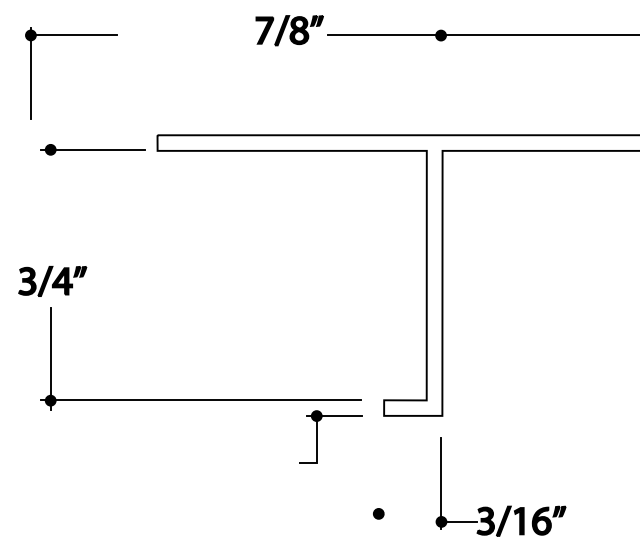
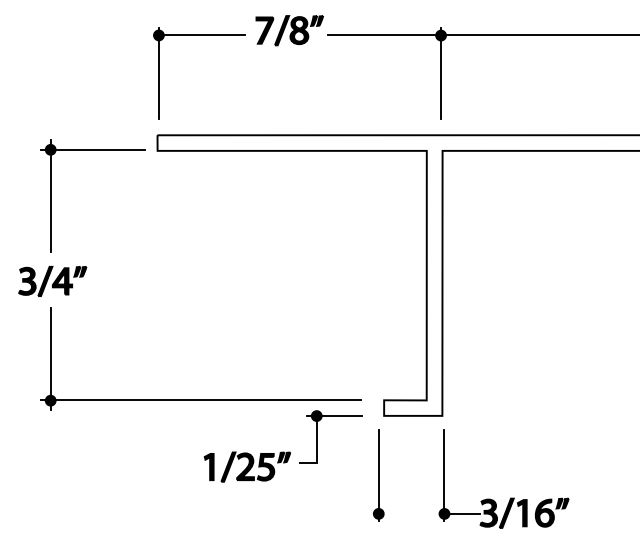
part at (71, 35) position: (71, 35) -> (199, 35)
line at (440, 73): none -> present
line at (50, 196): none -> present
part at (246, 466): none -> present
line at (378, 475): none -> present
part at (507, 505) position: (507, 505) -> (510, 497)
